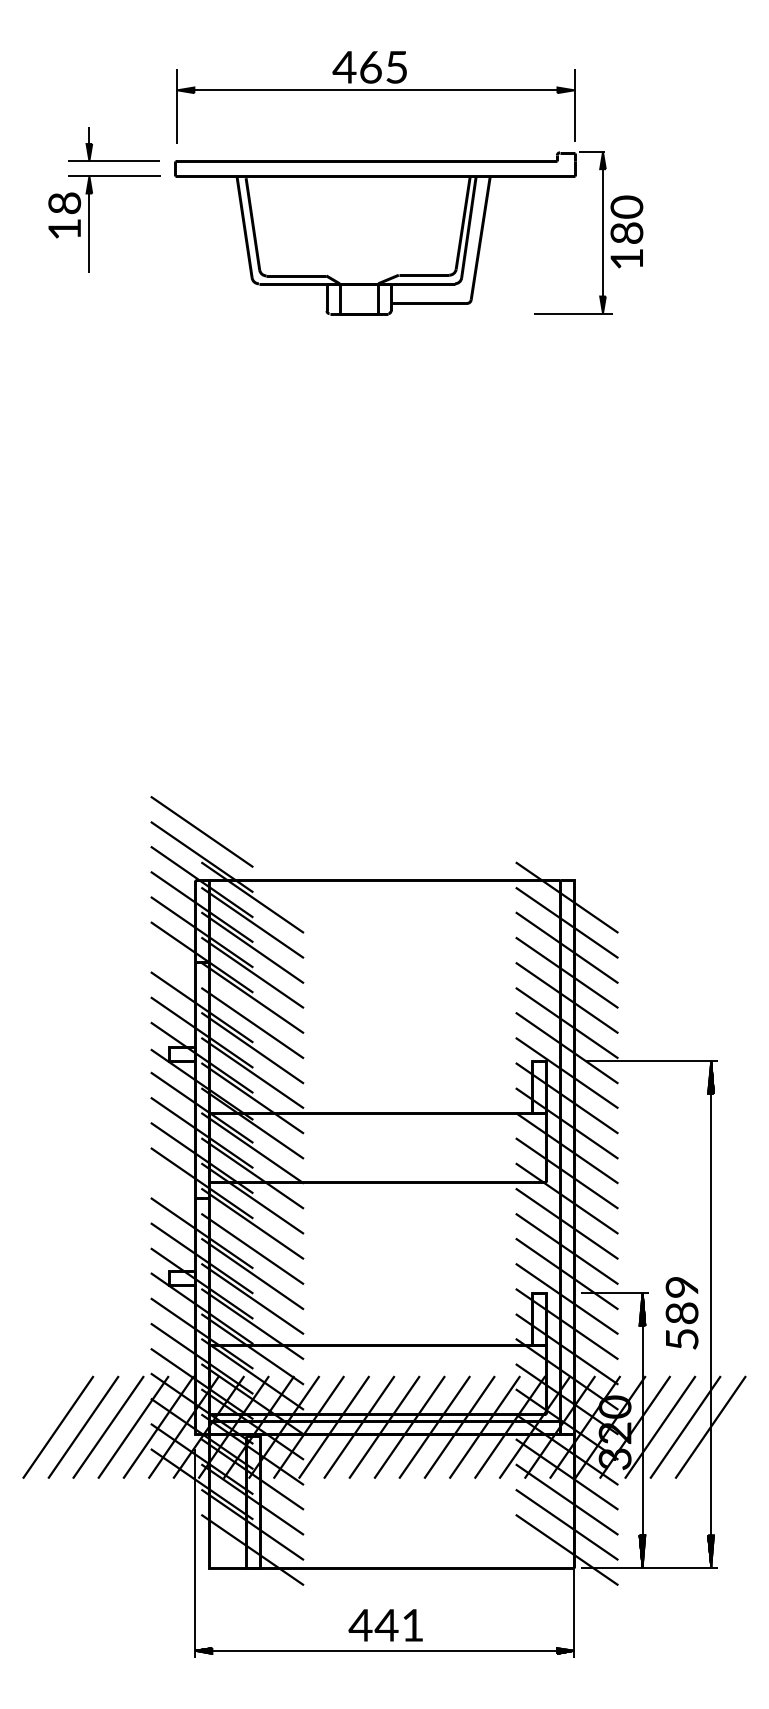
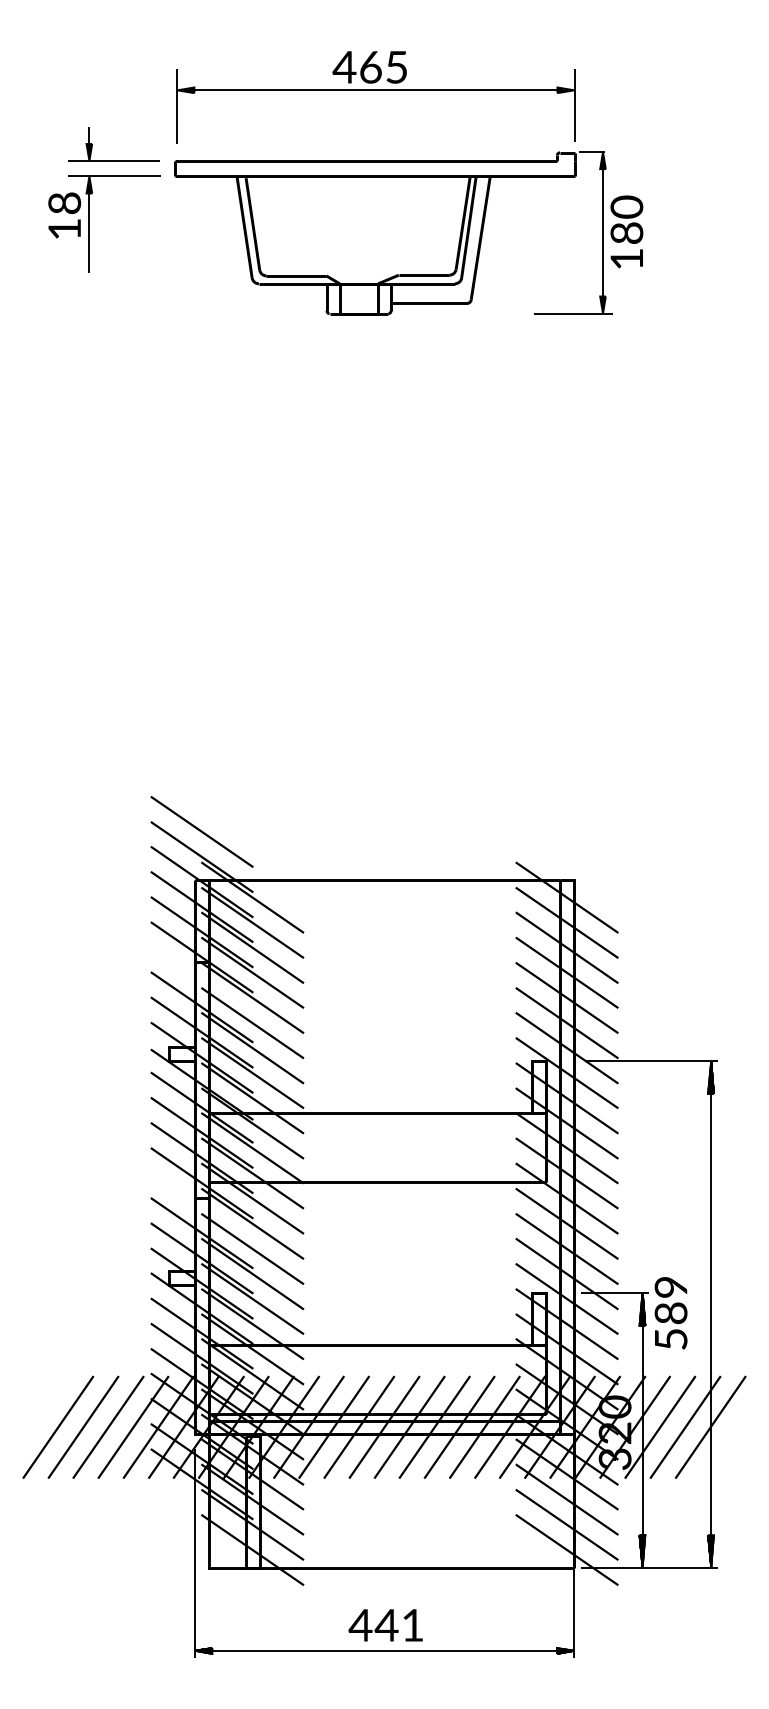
text at (681, 1313) position: (681, 1313) -> (670, 1313)
